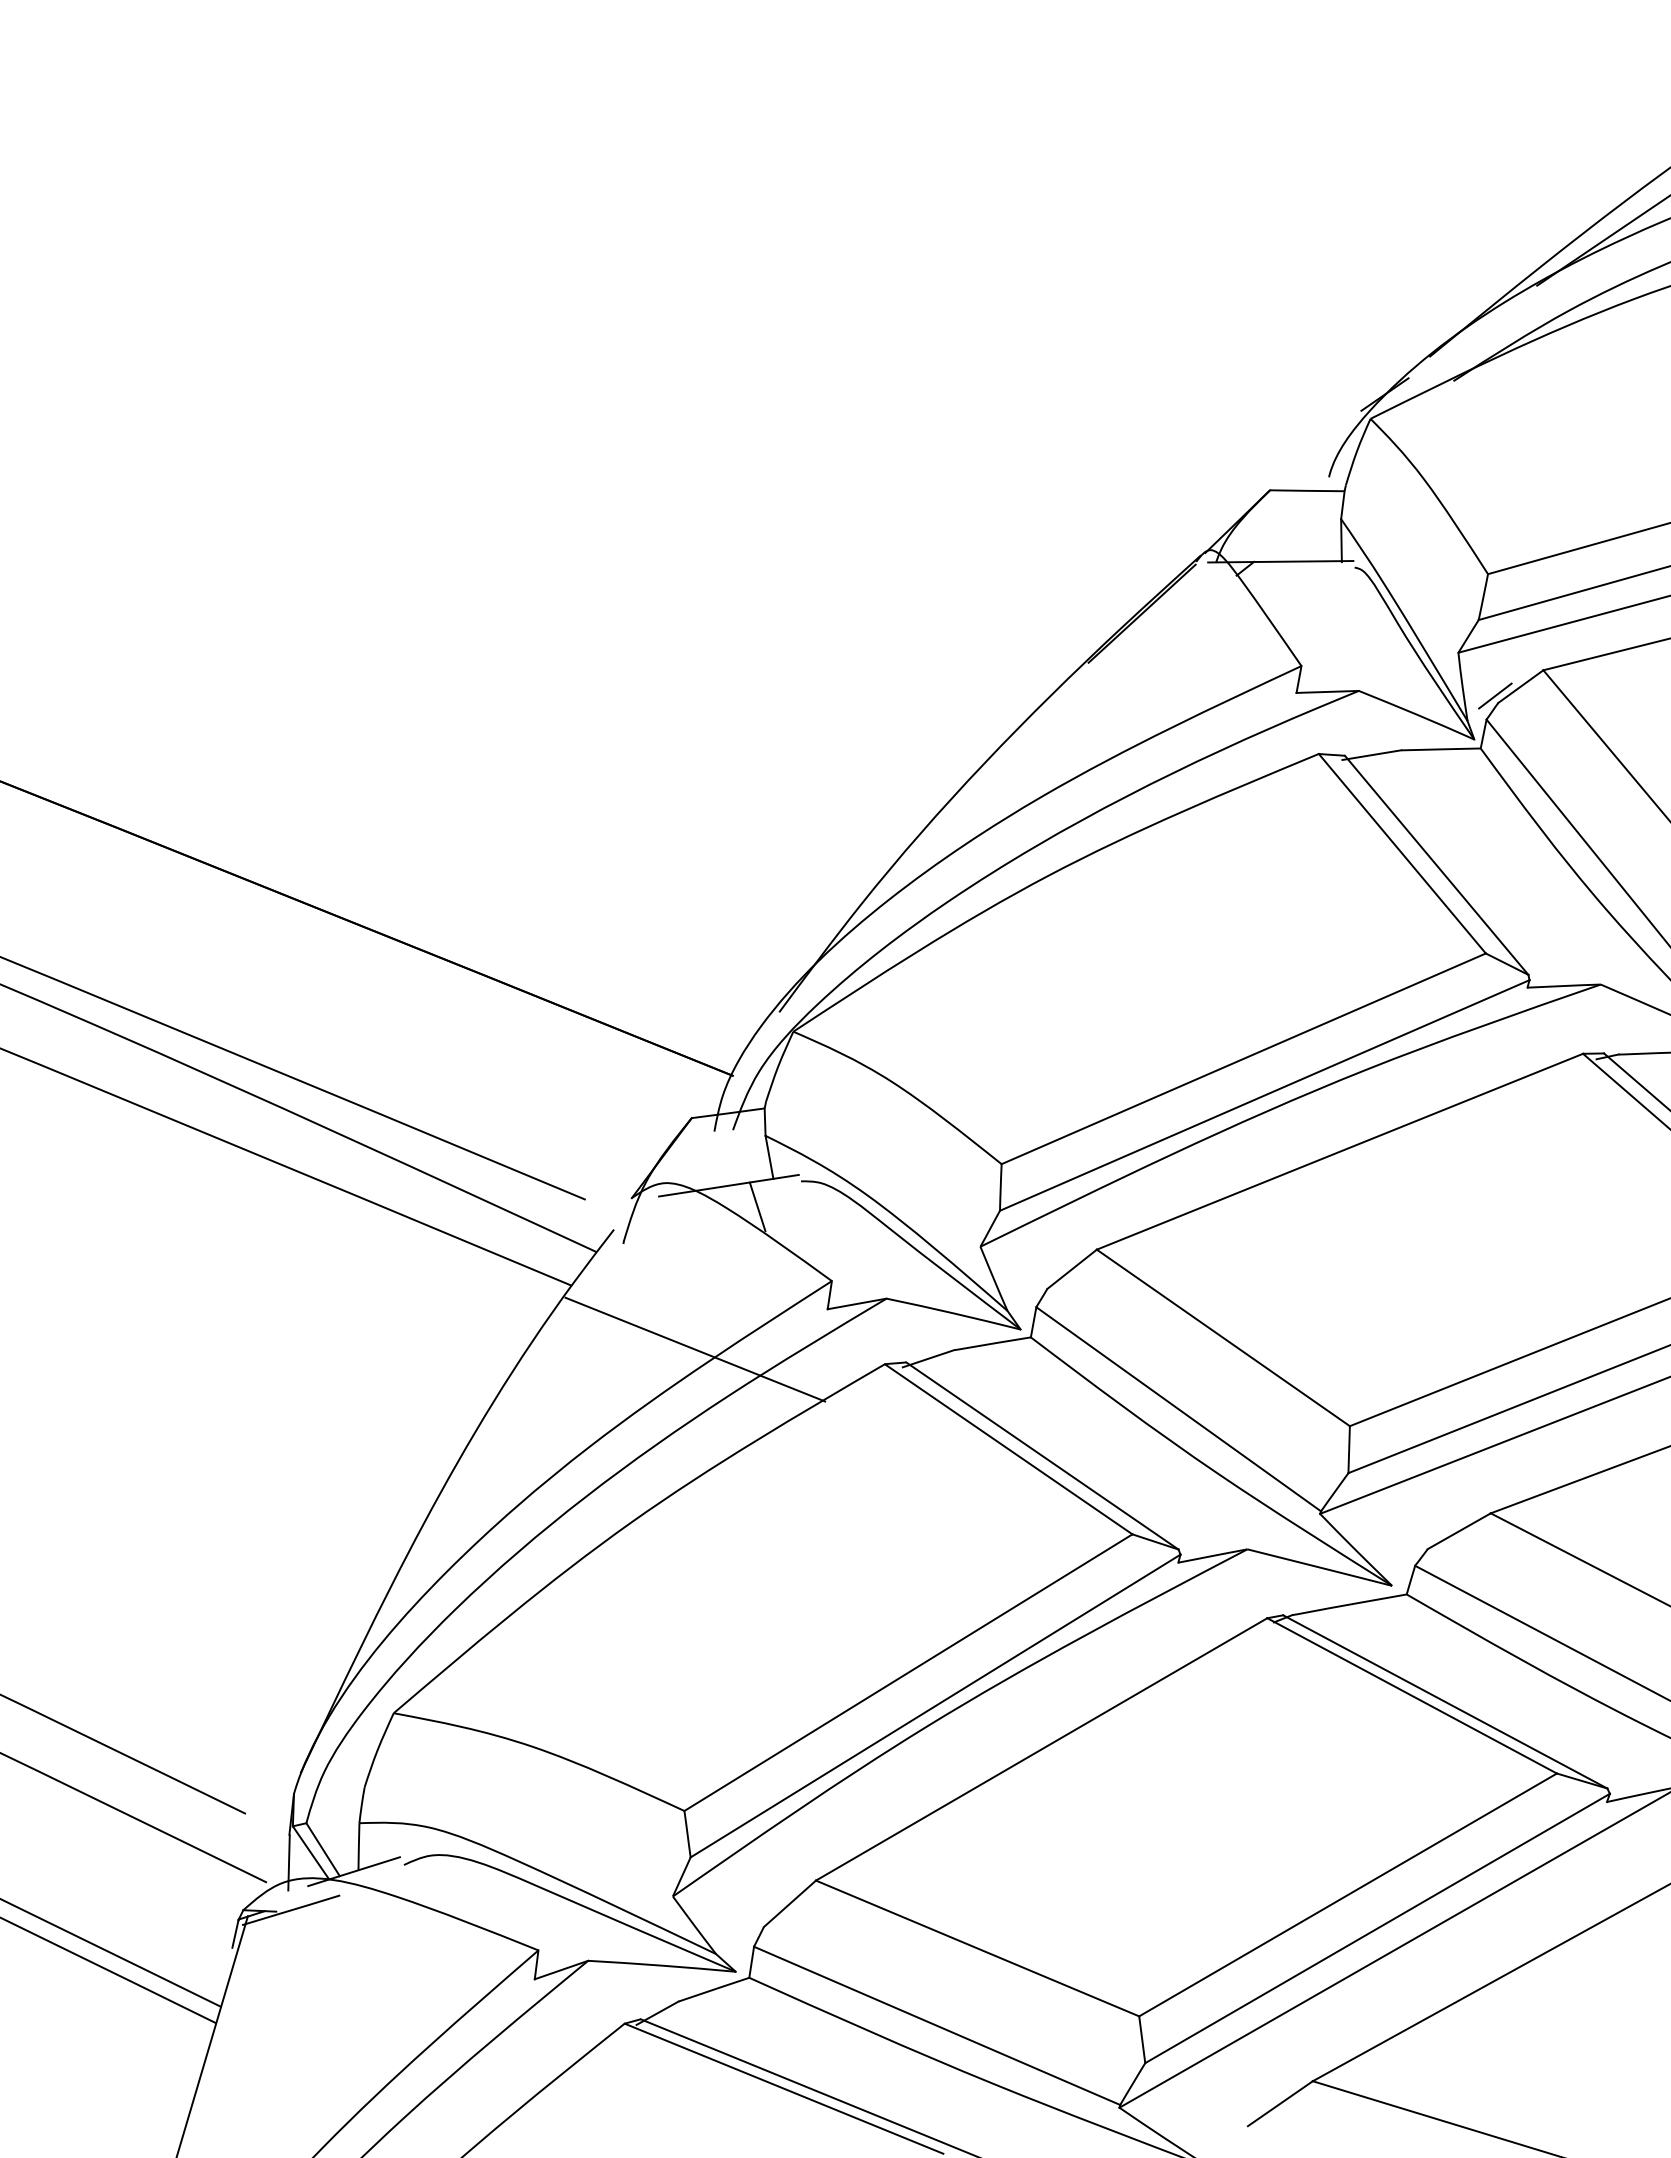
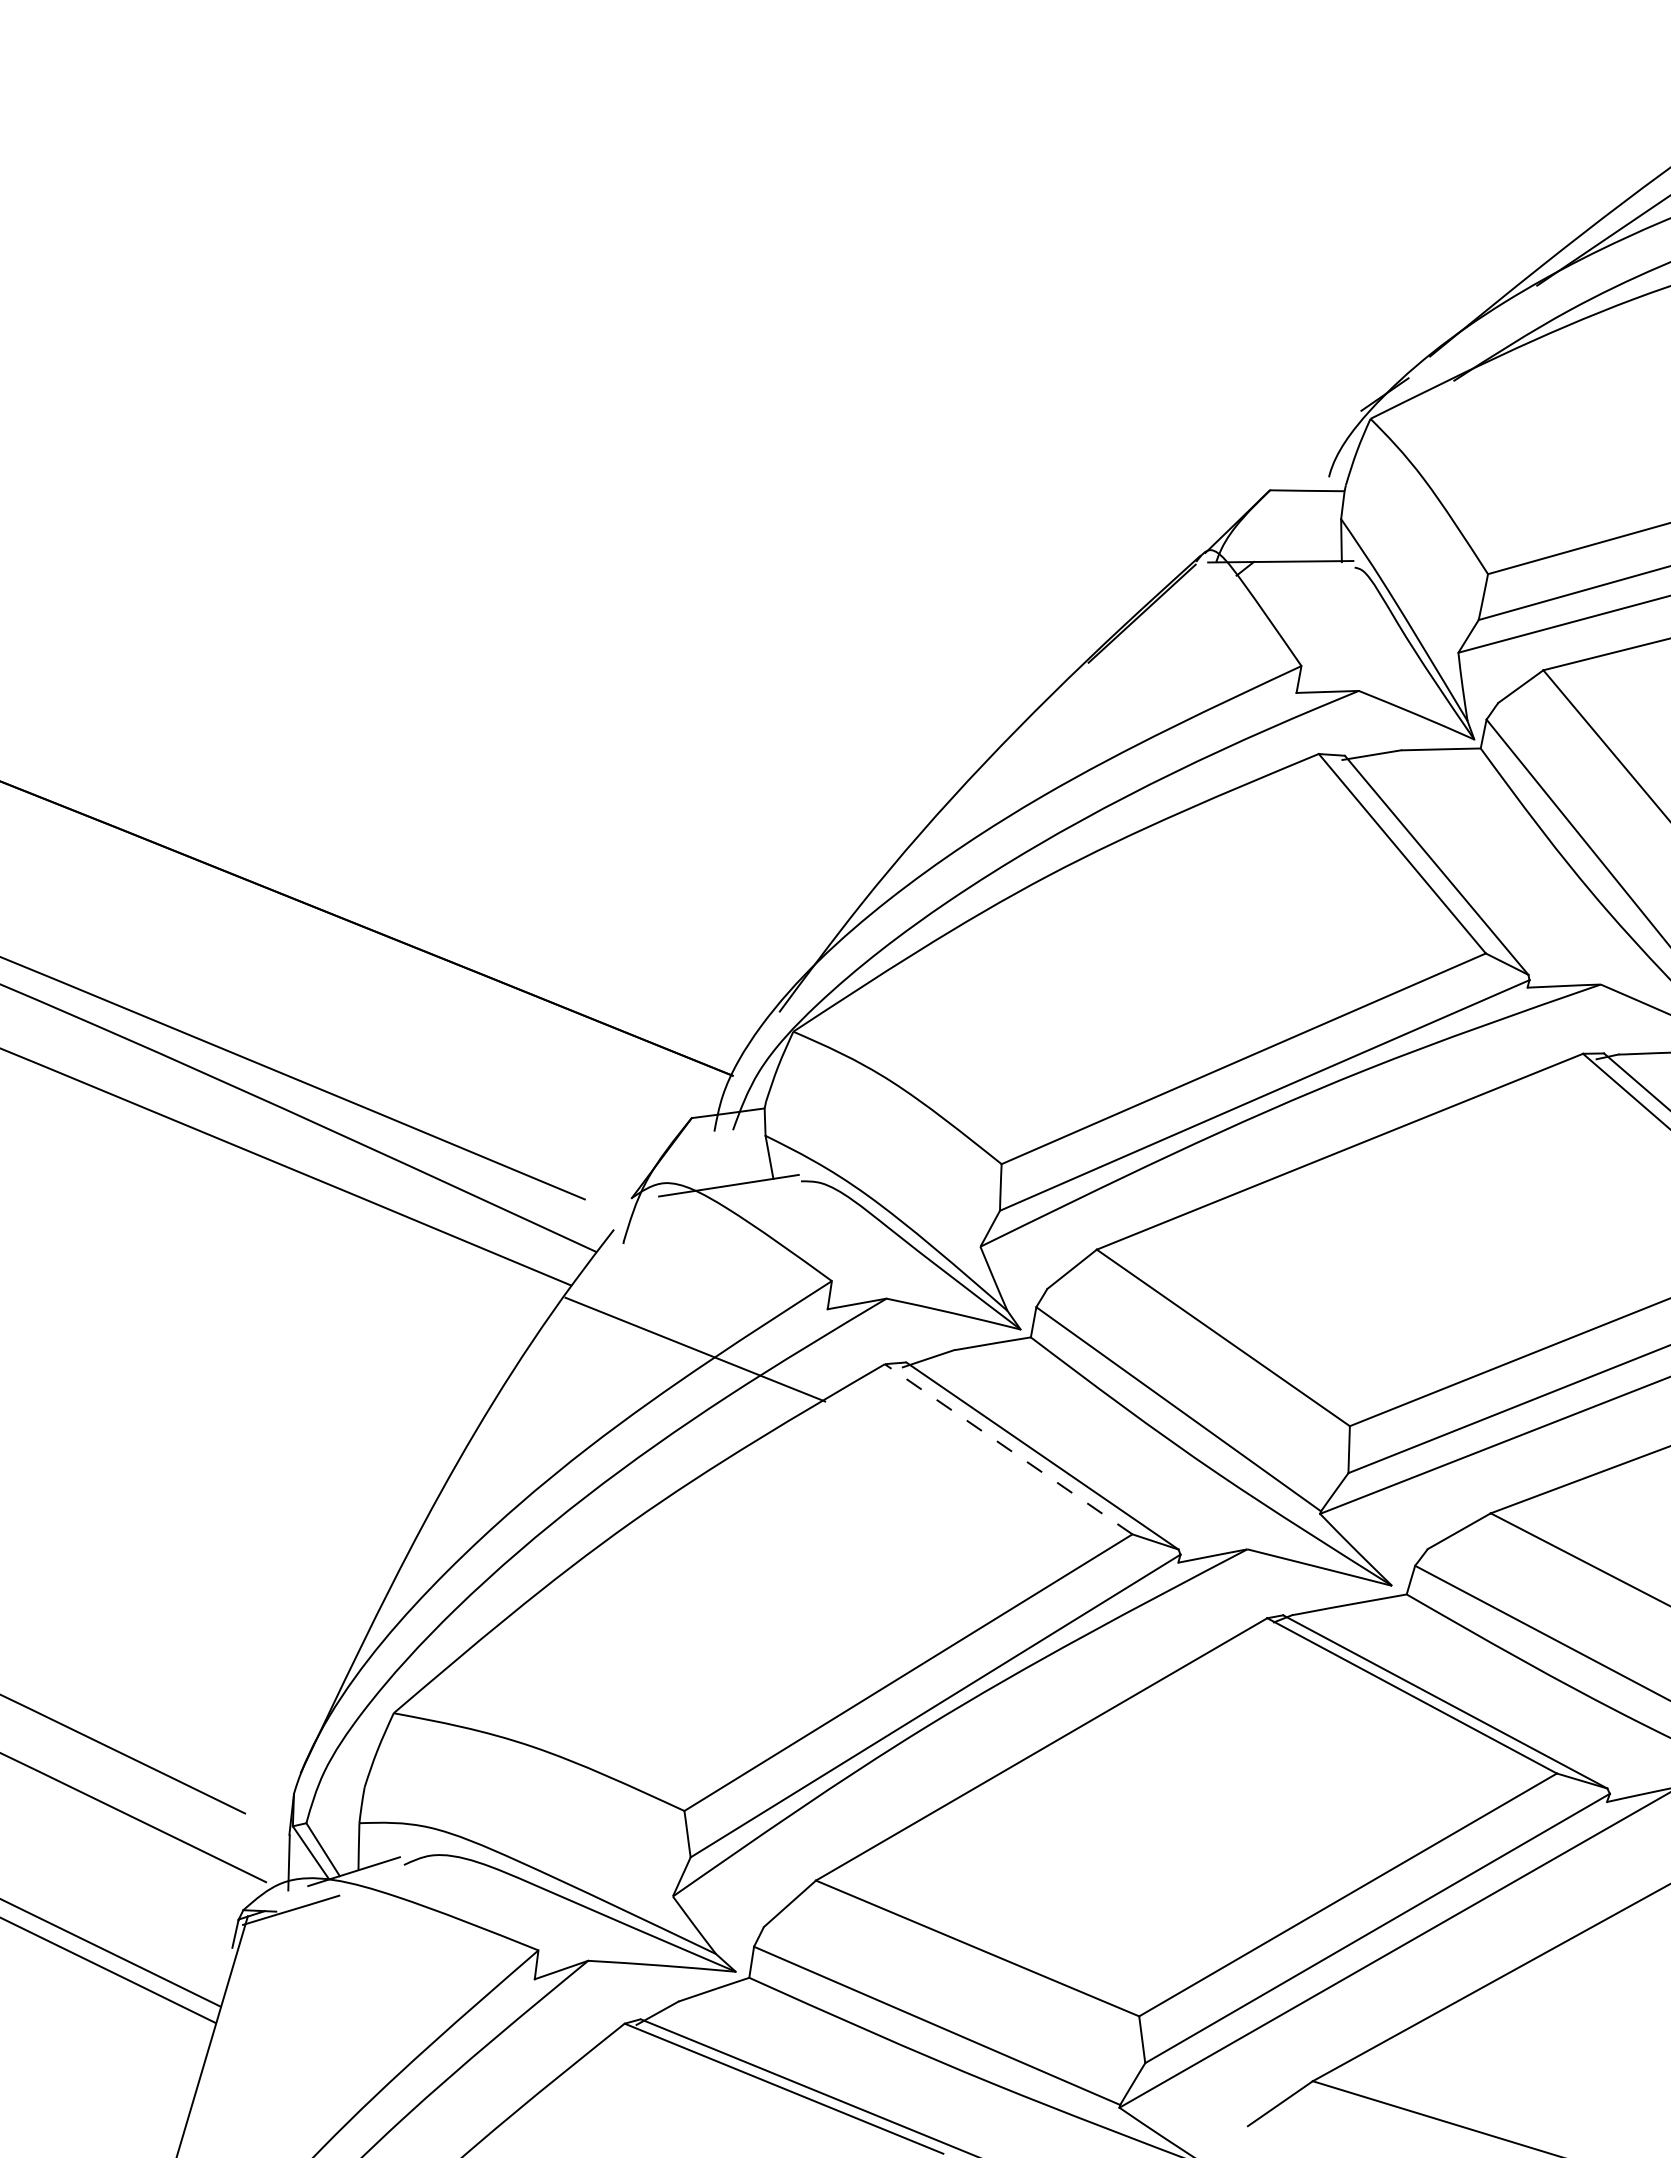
line at (1495, 695): present -> none
line at (757, 1206): present -> none
line at (1008, 1449): solid -> dashed
